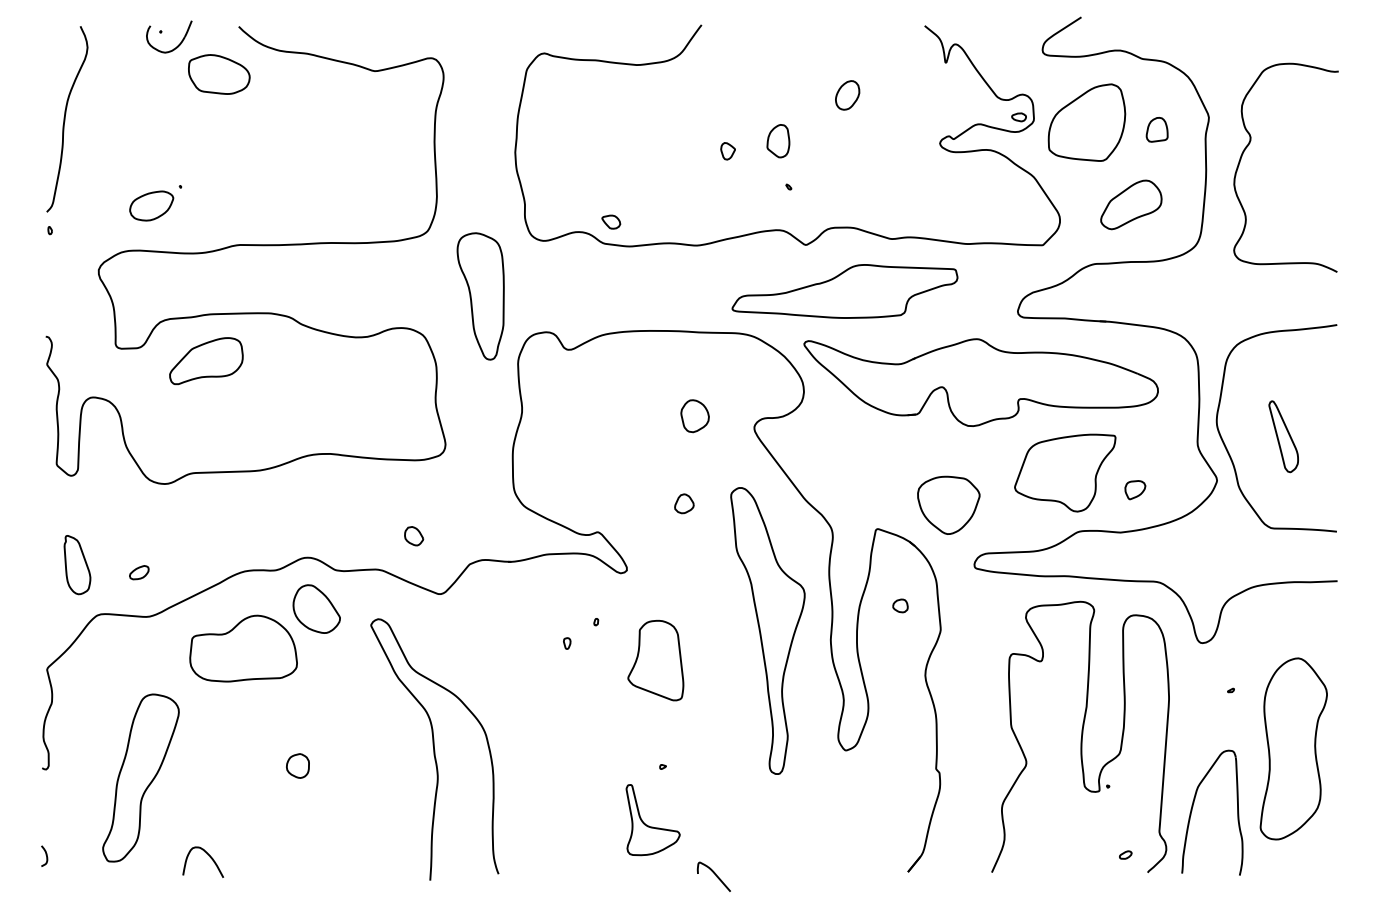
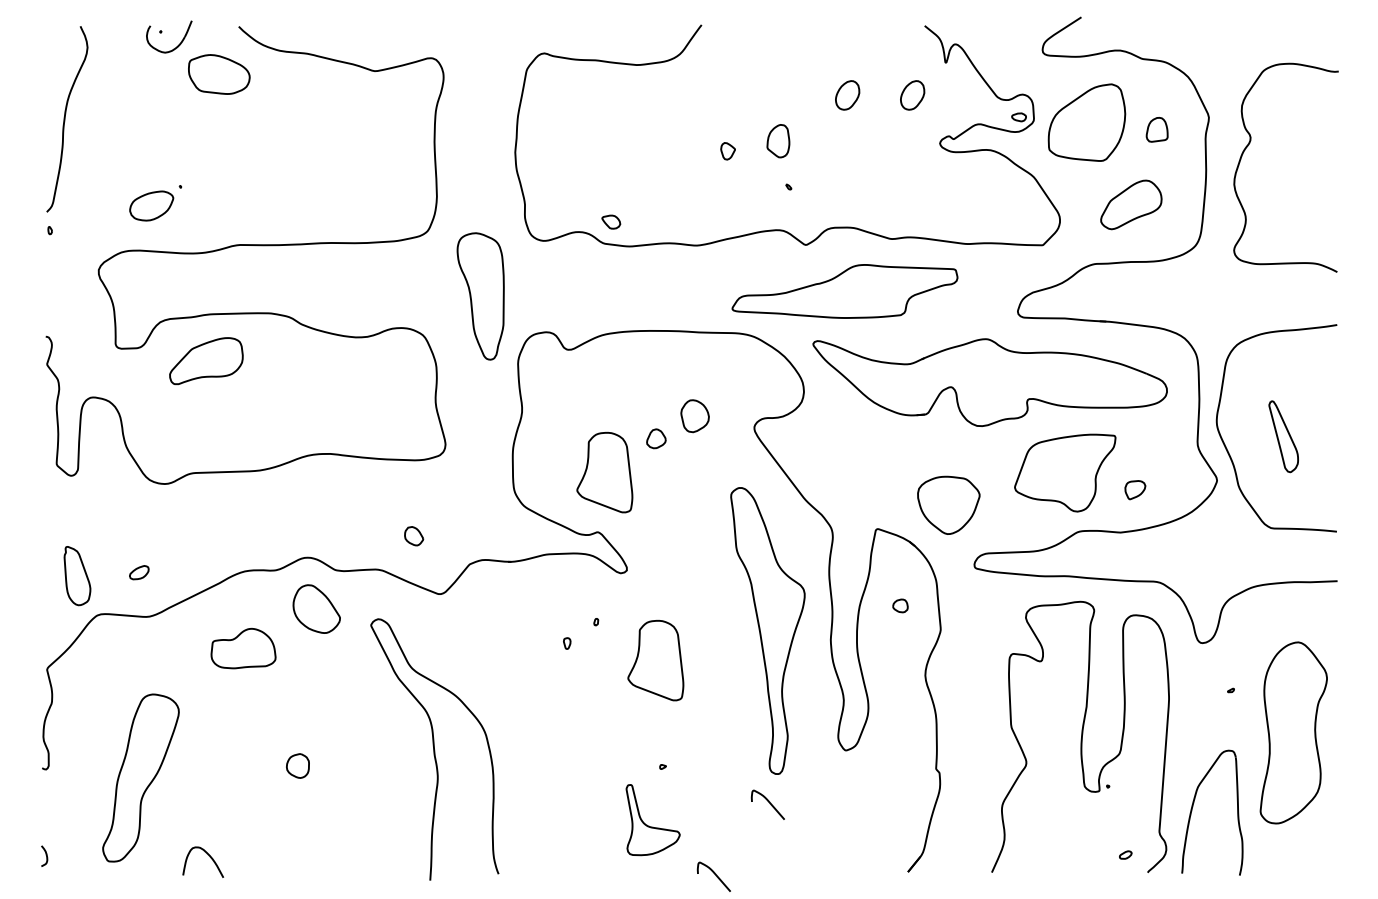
part at (912, 95): none -> present
part at (980, 382) position: (980, 382) -> (989, 382)
part at (604, 472): none -> present
part at (684, 503) position: (684, 503) -> (656, 438)
part at (77, 565) position: (77, 565) -> (77, 576)
part at (243, 648) size: 109x69 px -> 67x43 px
part at (1293, 748) position: (1293, 748) -> (1293, 732)
curve at (768, 802): none -> present
